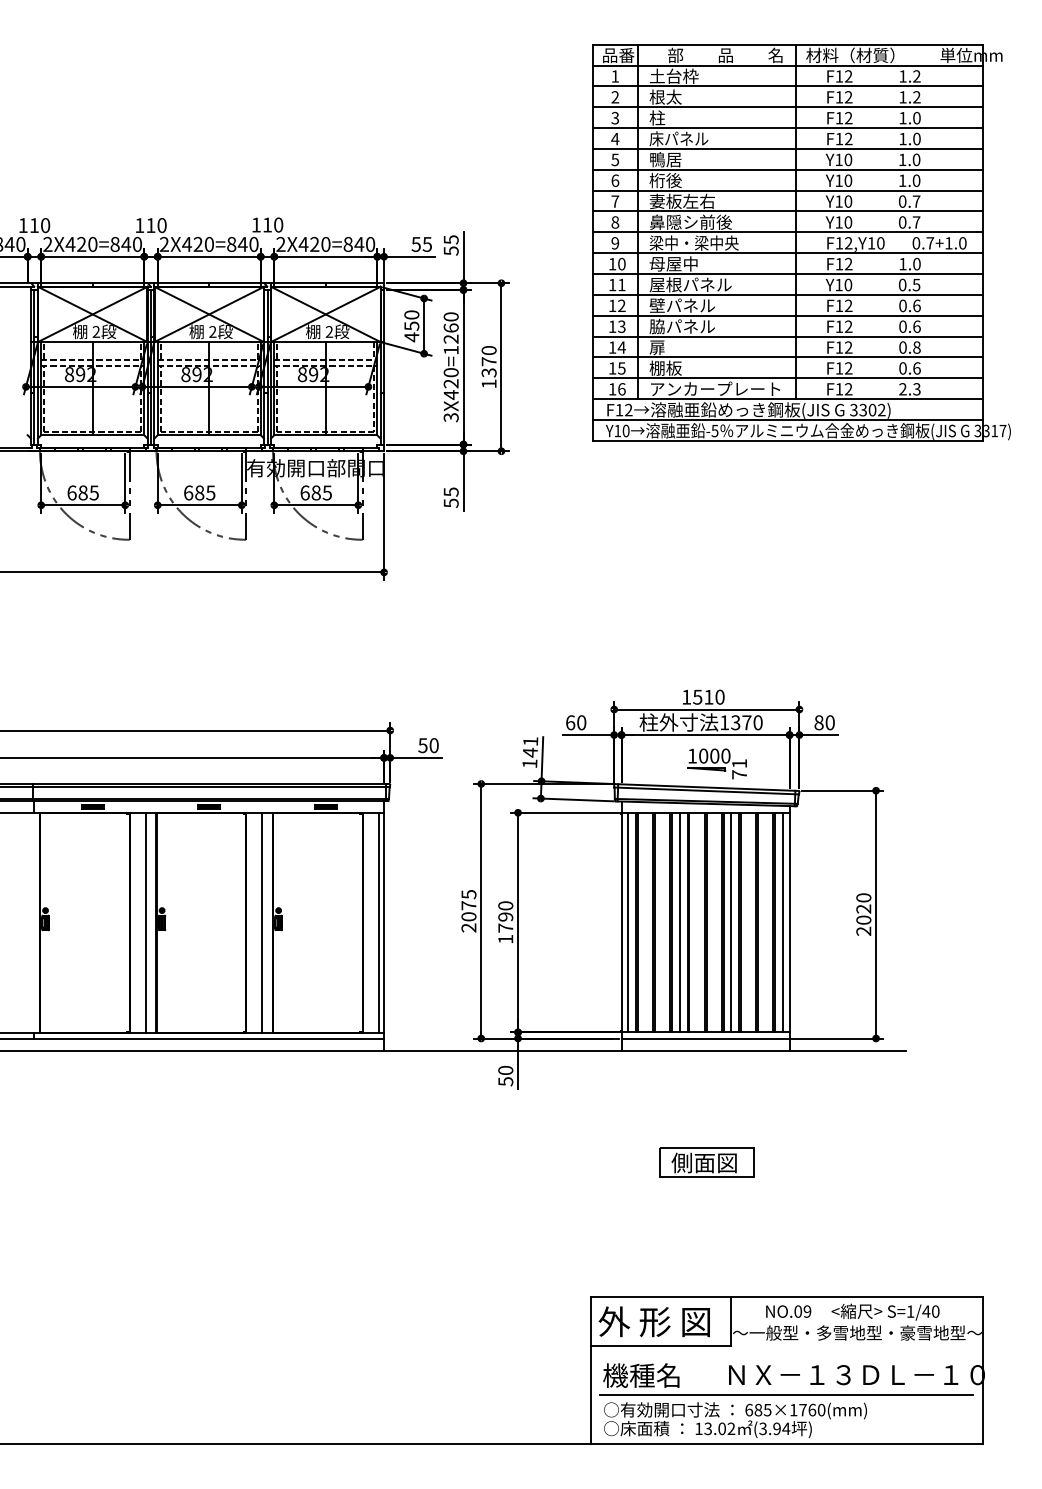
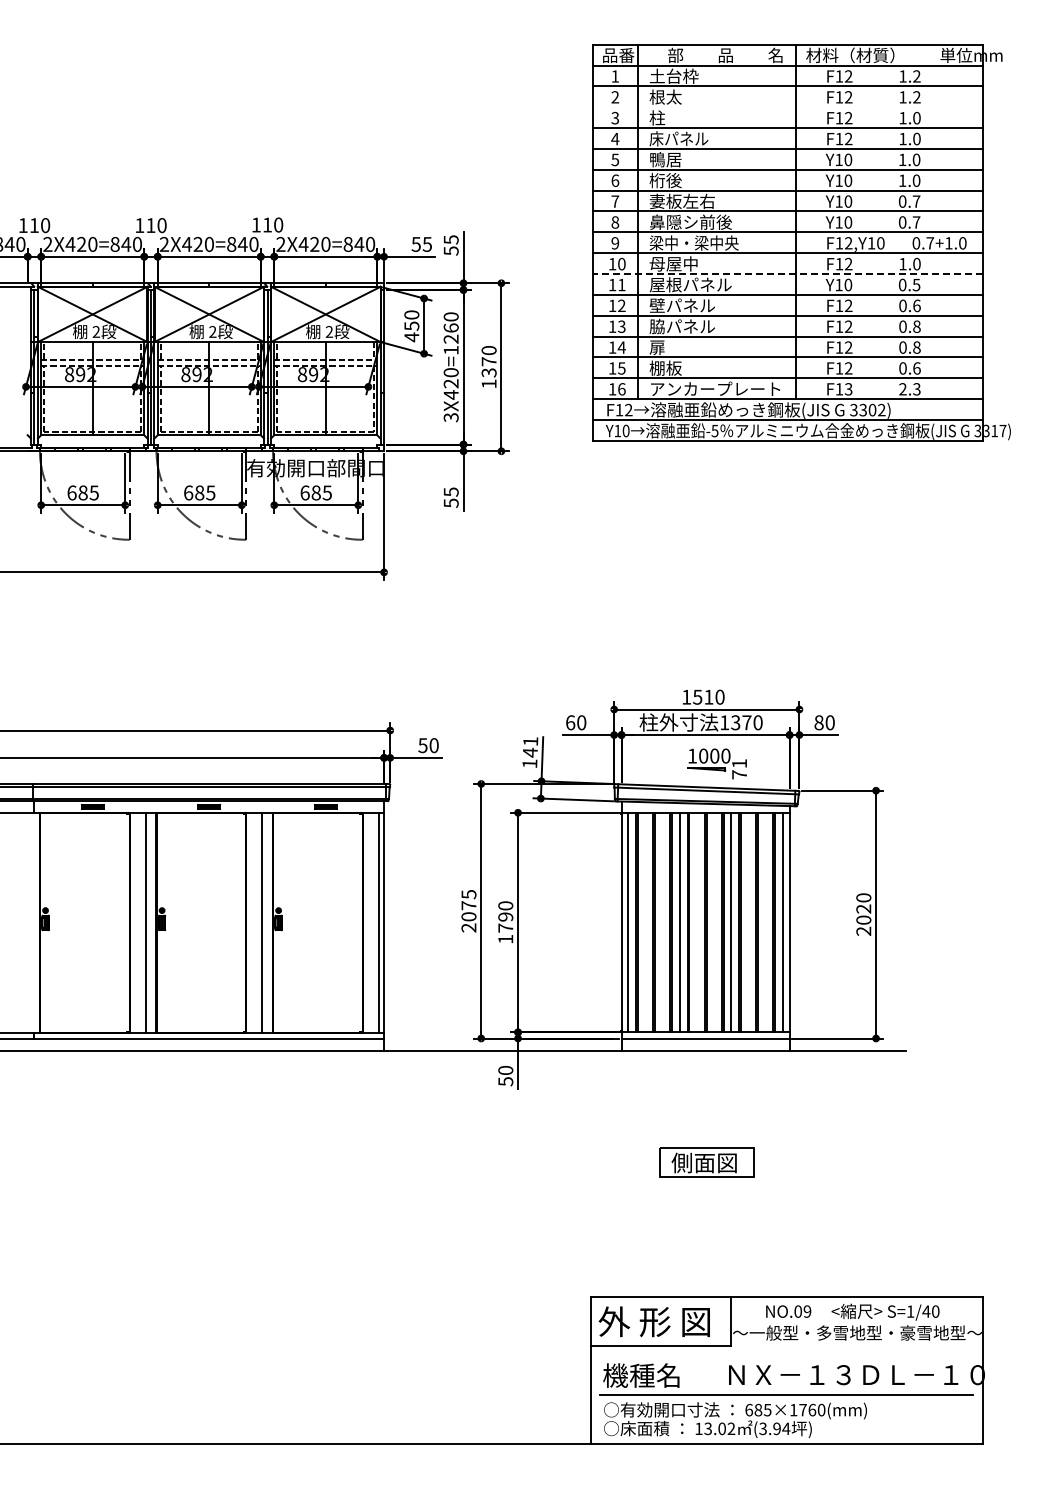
line at (788, 107): present -> none
line at (787, 274): solid -> dashed
text at (916, 326): 0.6 -> 0.8
text at (848, 389): F12 -> F13
